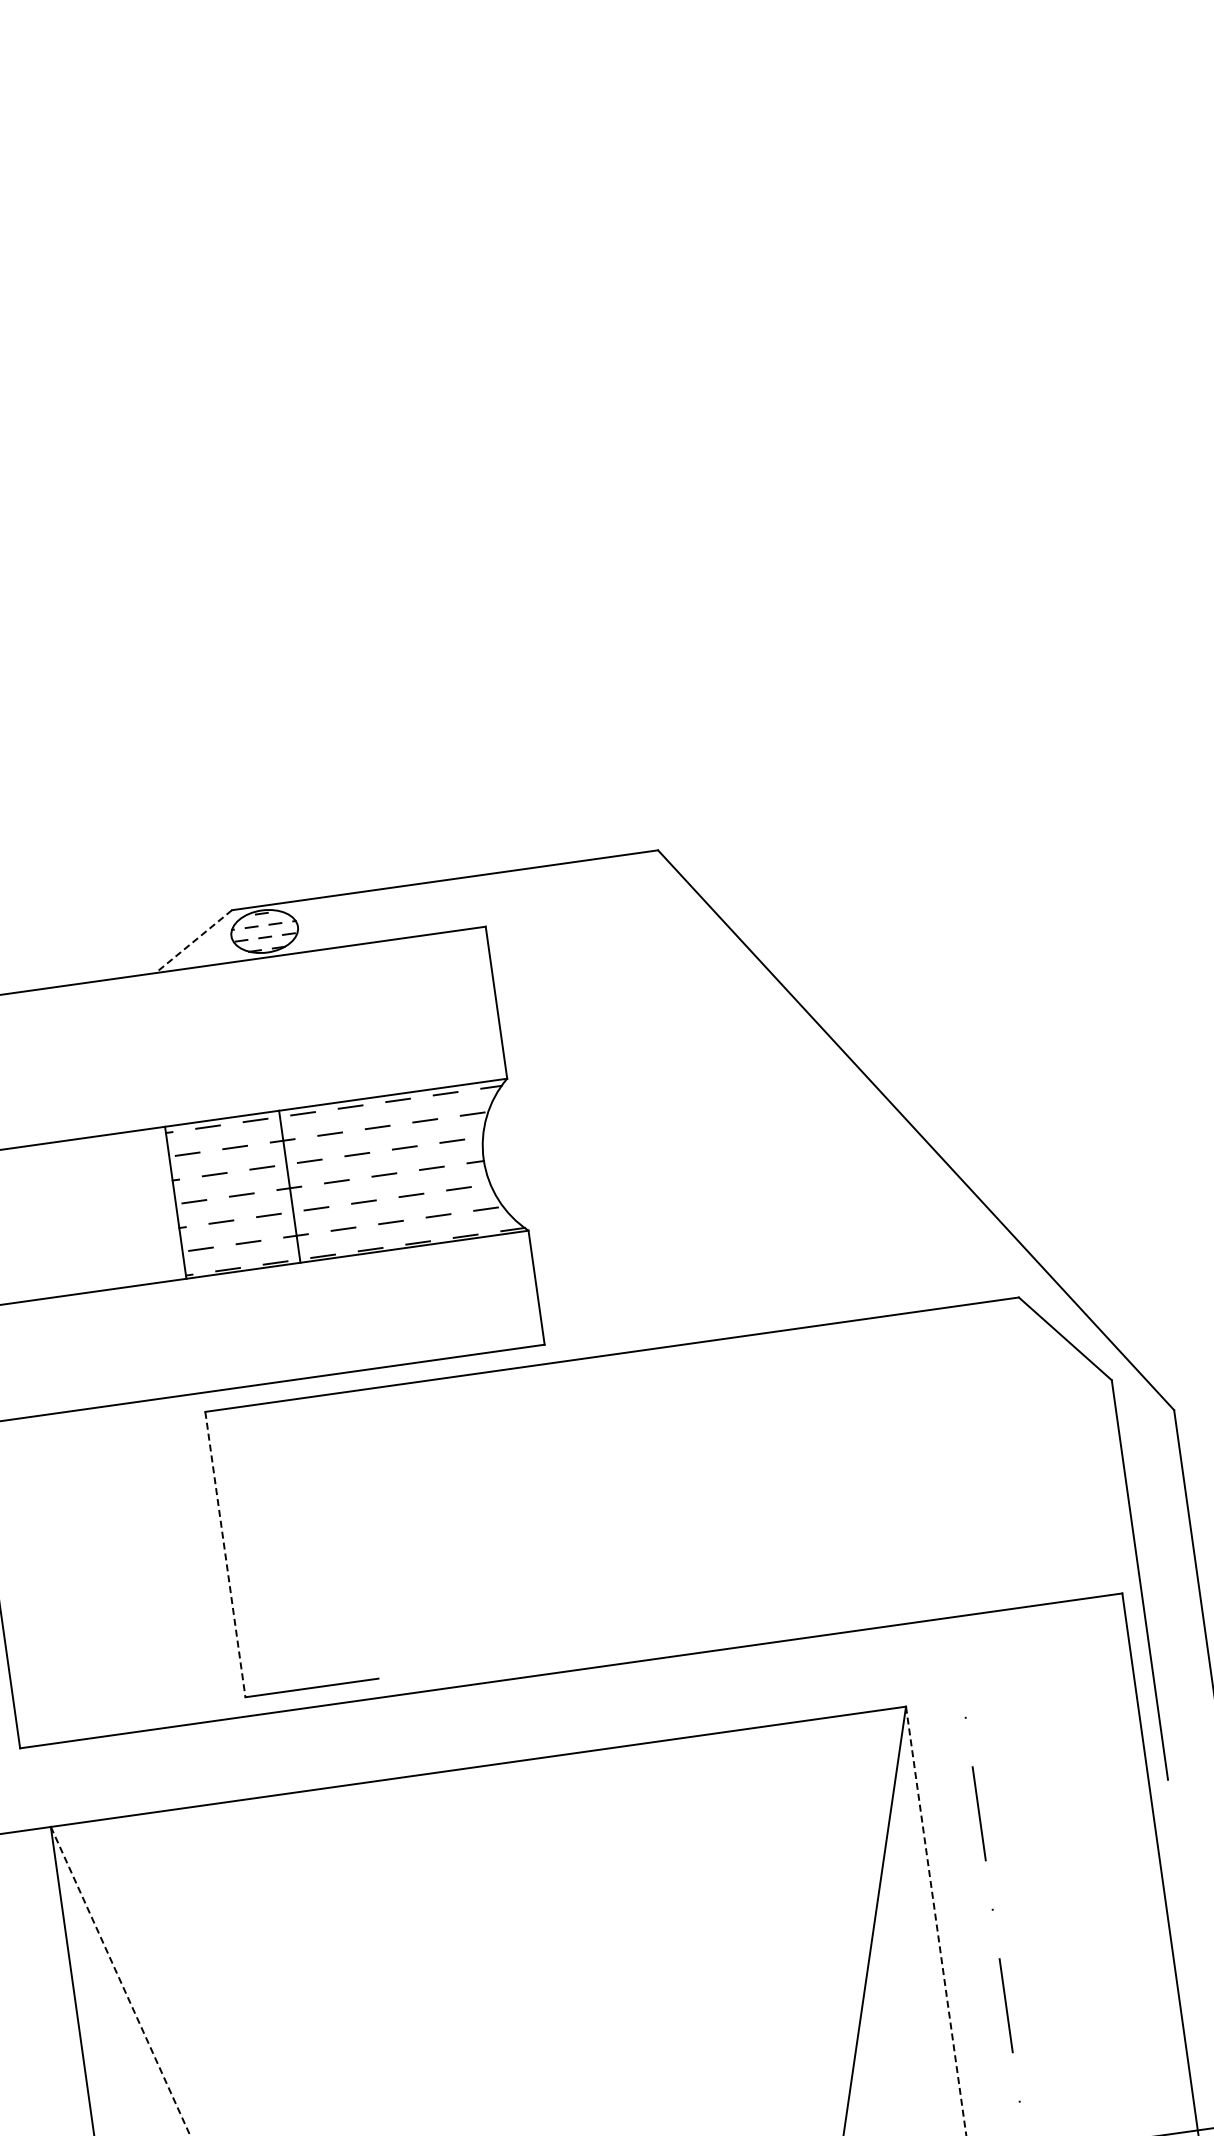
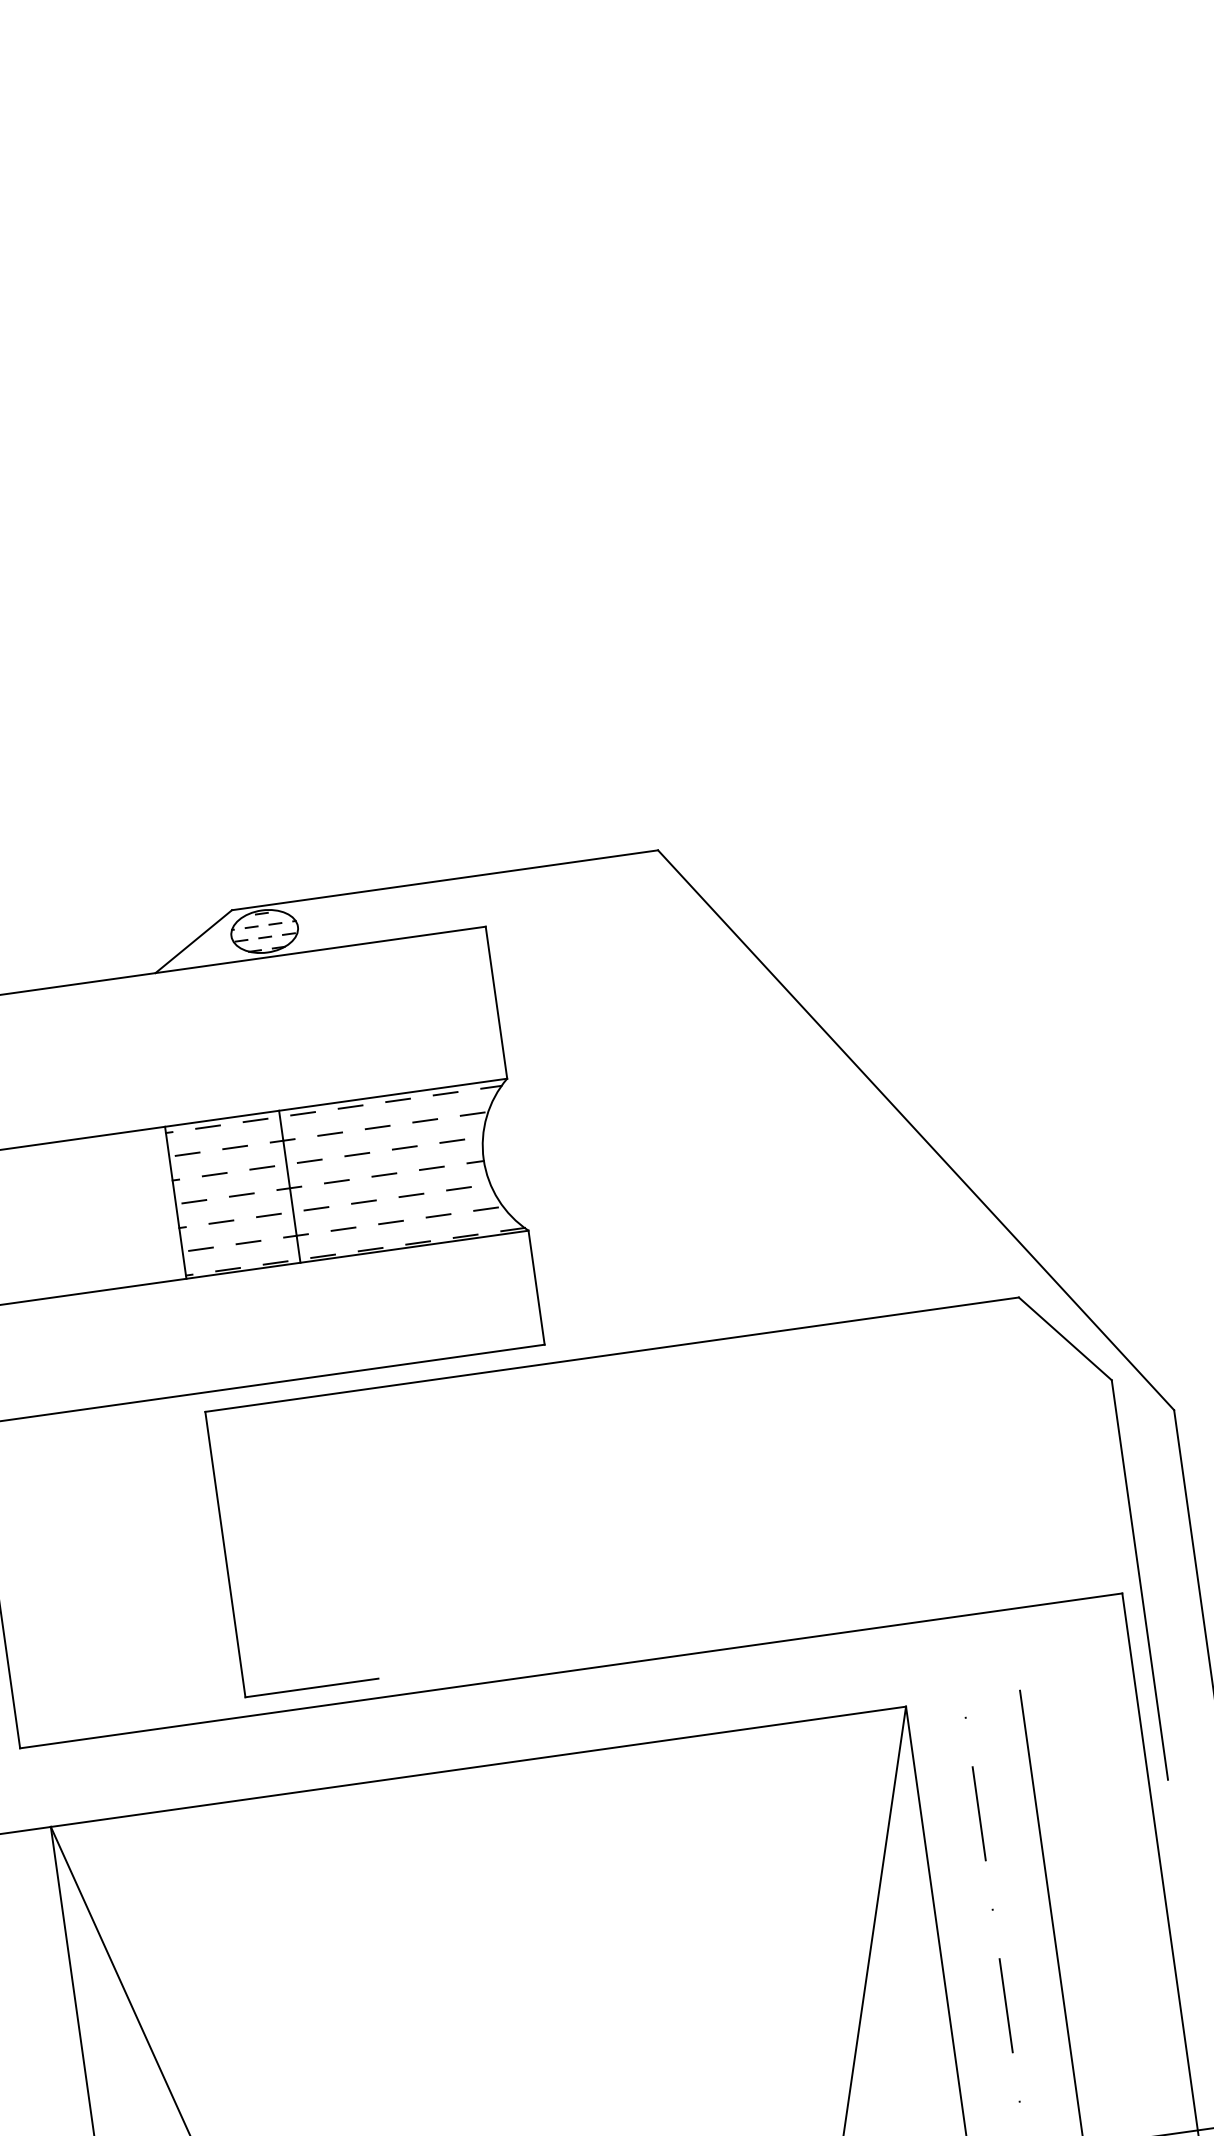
line at (193, 941): dashed -> solid
line at (225, 1555): dashed -> solid
line at (1051, 1911): none -> present
line at (936, 1921): dashed -> solid
line at (120, 1981): dashed -> solid
